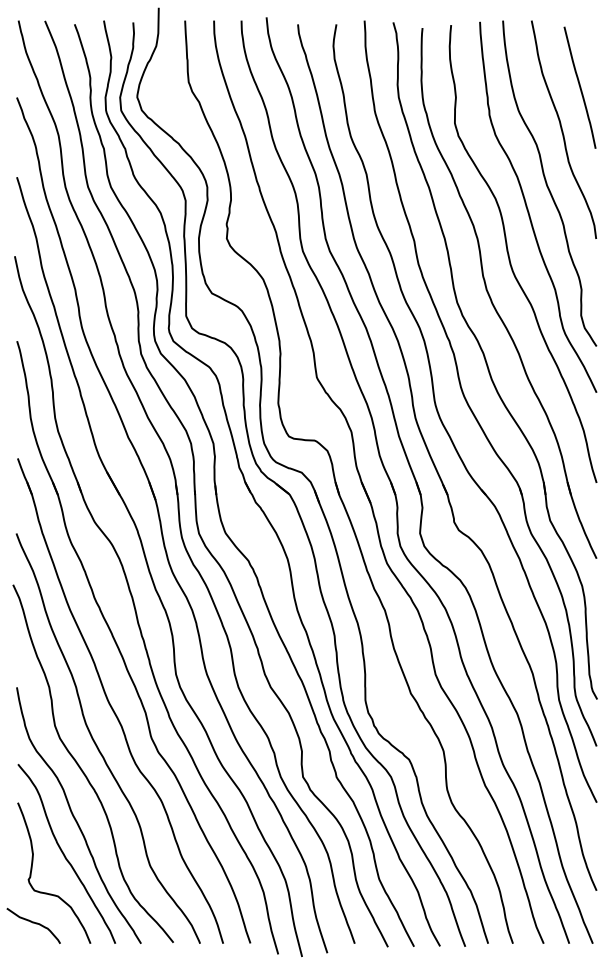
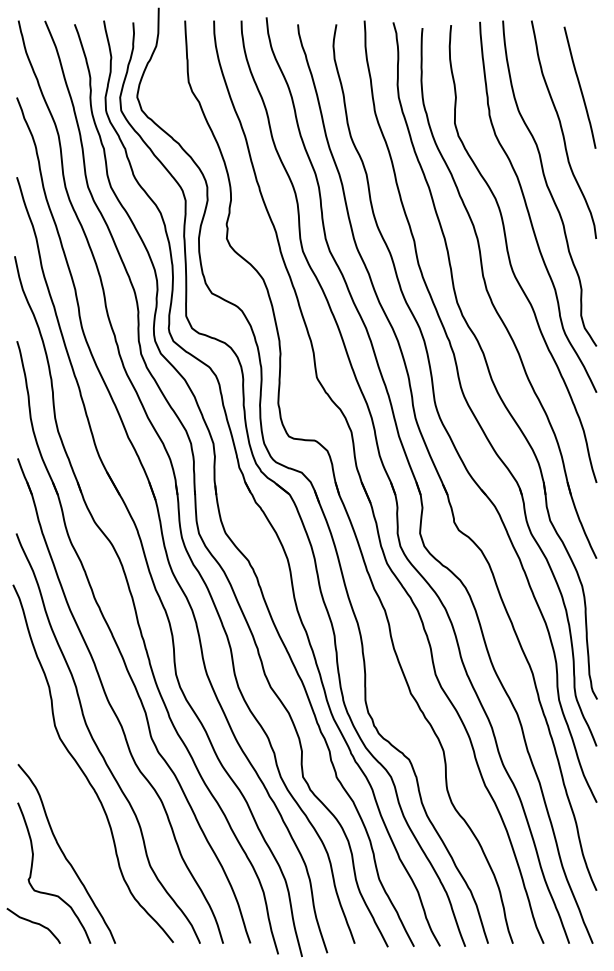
curve at (75, 817): present -> none
